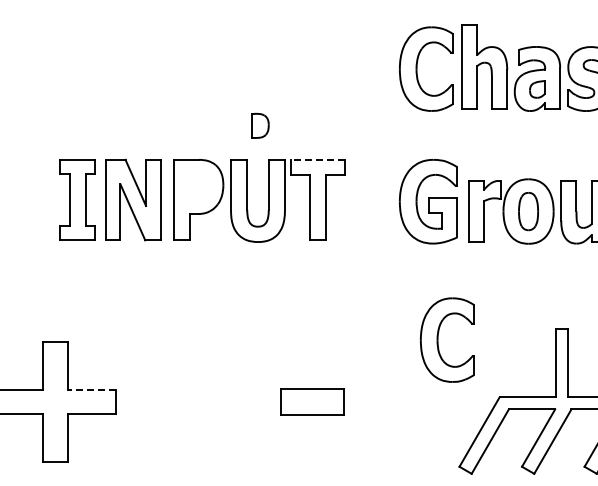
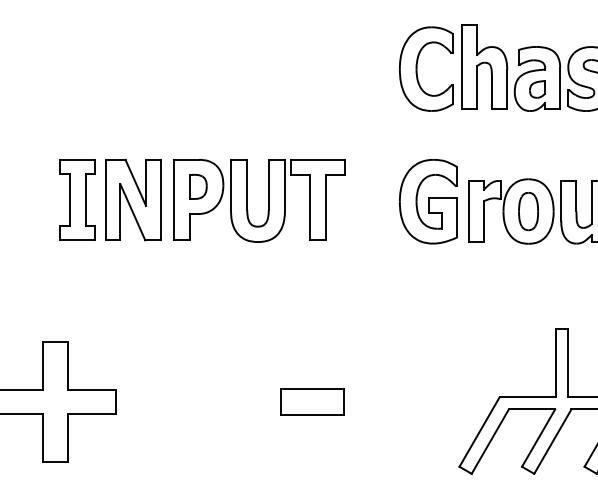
part at (260, 125) position: (260, 125) -> (198, 186)
line at (317, 159): dashed -> solid
part at (438, 339): present -> none
line at (91, 389): dashed -> solid
